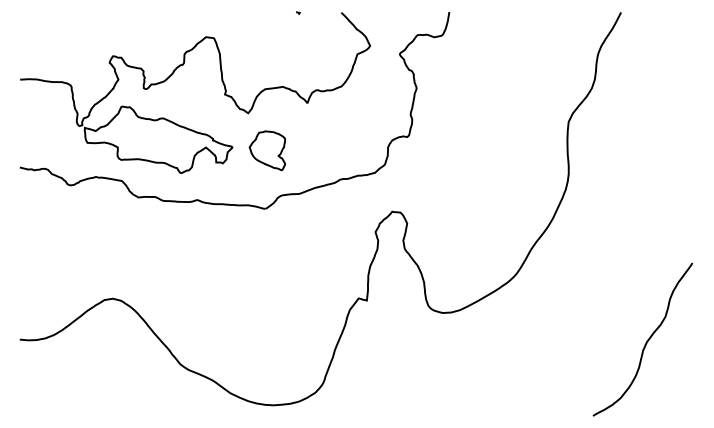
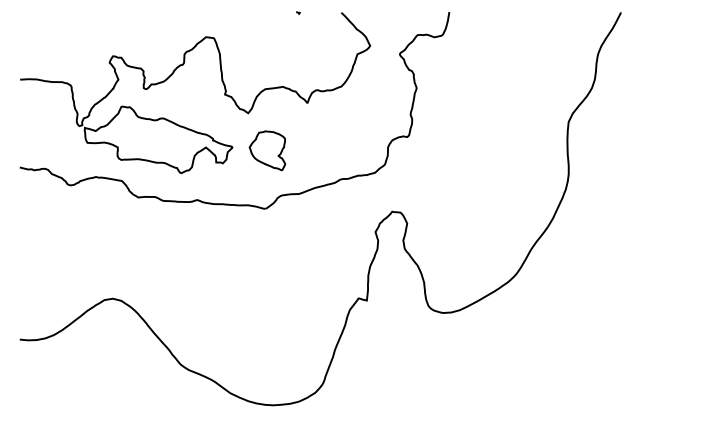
curve at (645, 342): present -> none
